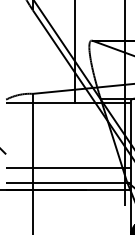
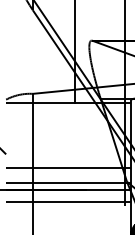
line at (68, 202): none -> present
